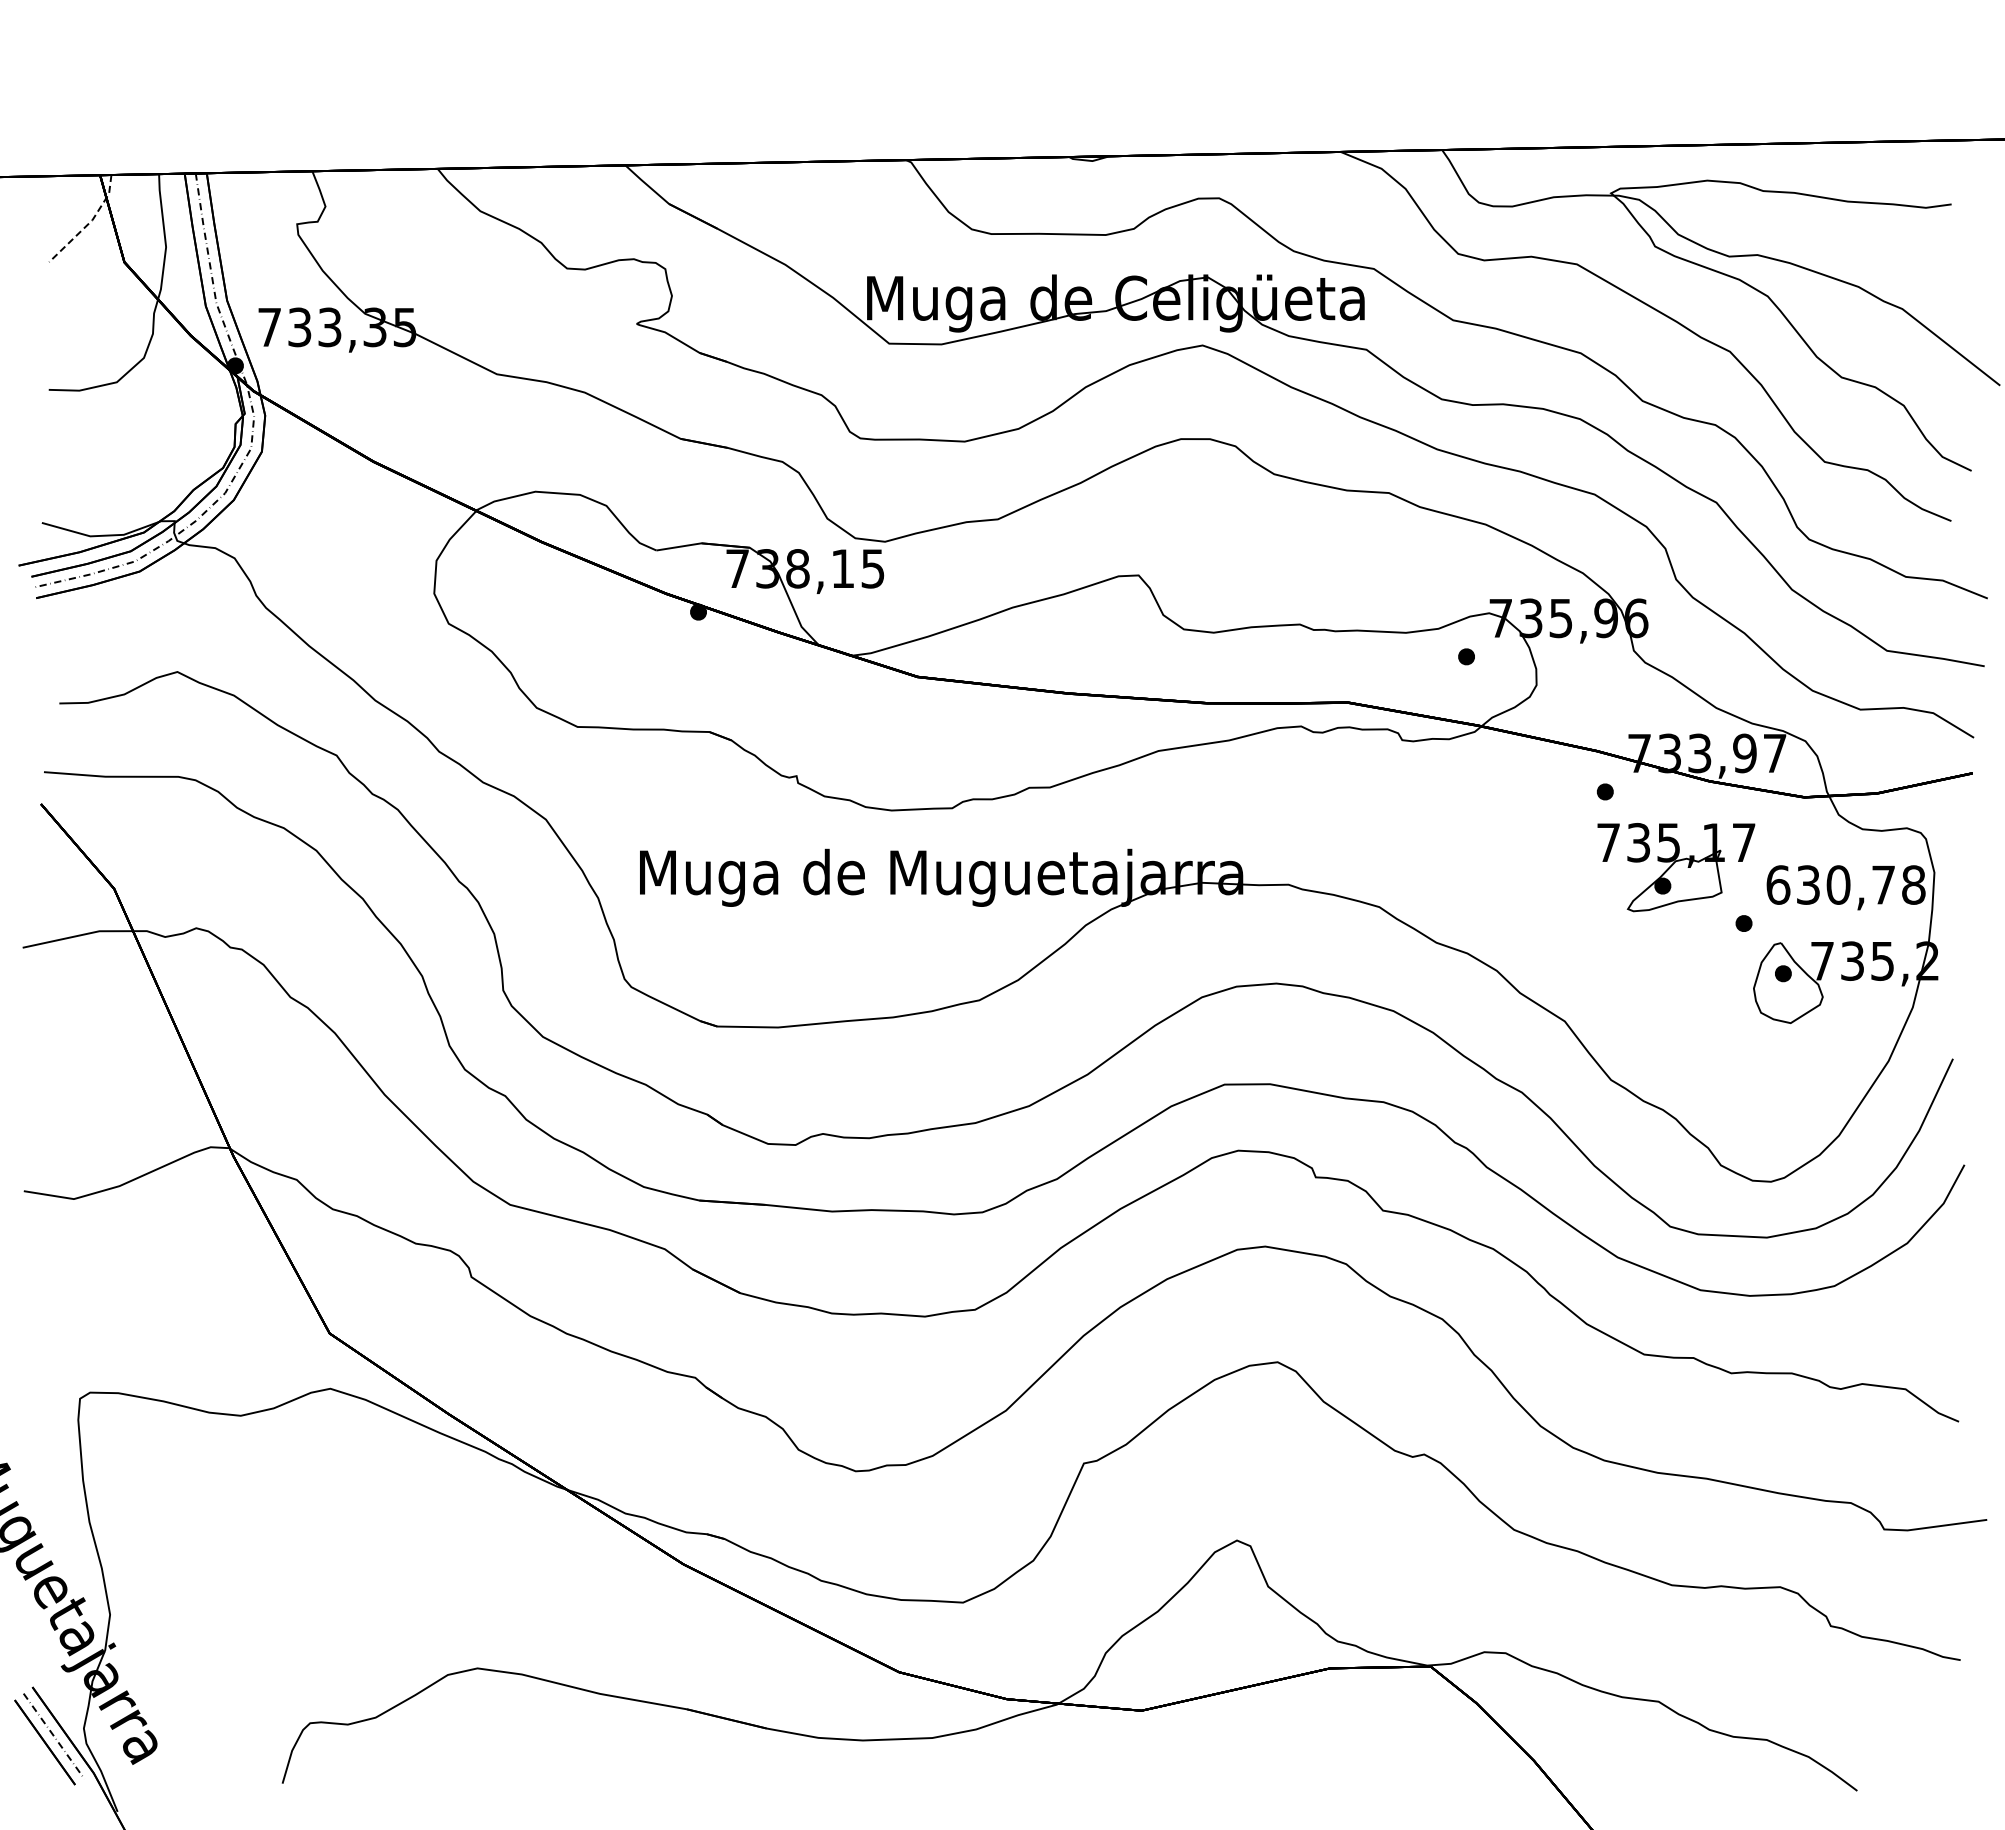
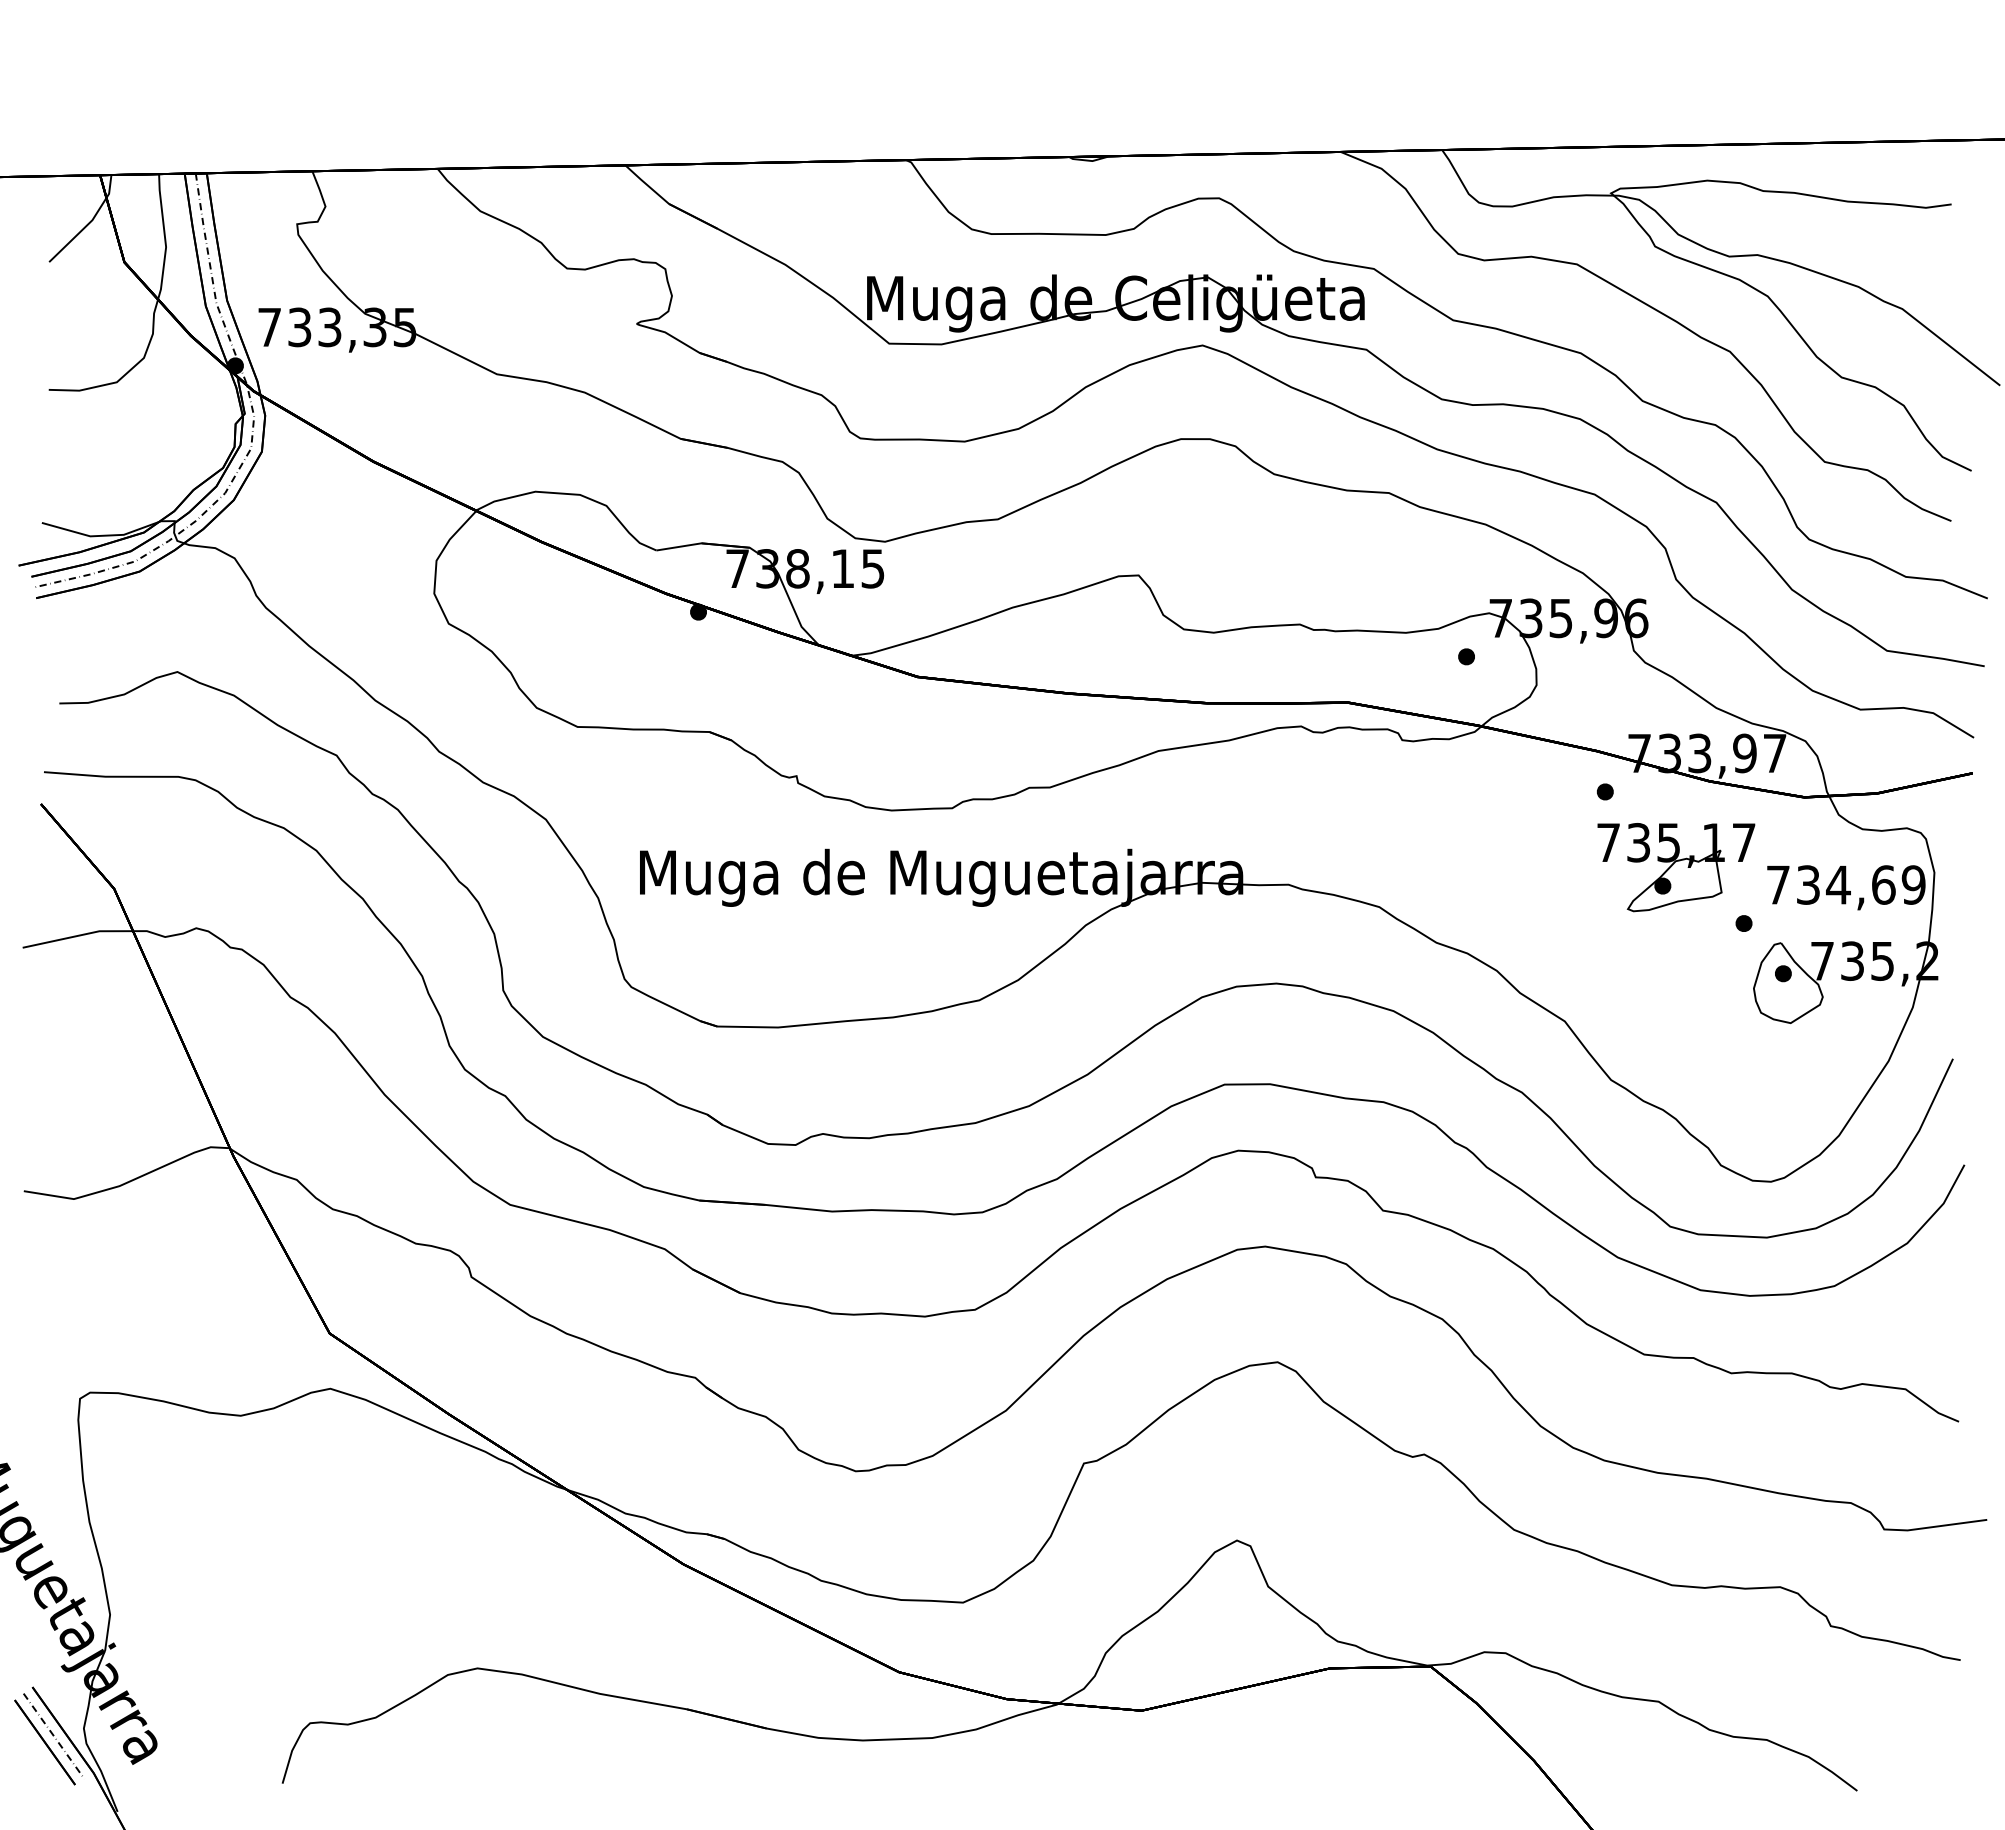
line at (89, 222): dashed -> solid
text at (1845, 884): 630,78 -> 734,69
